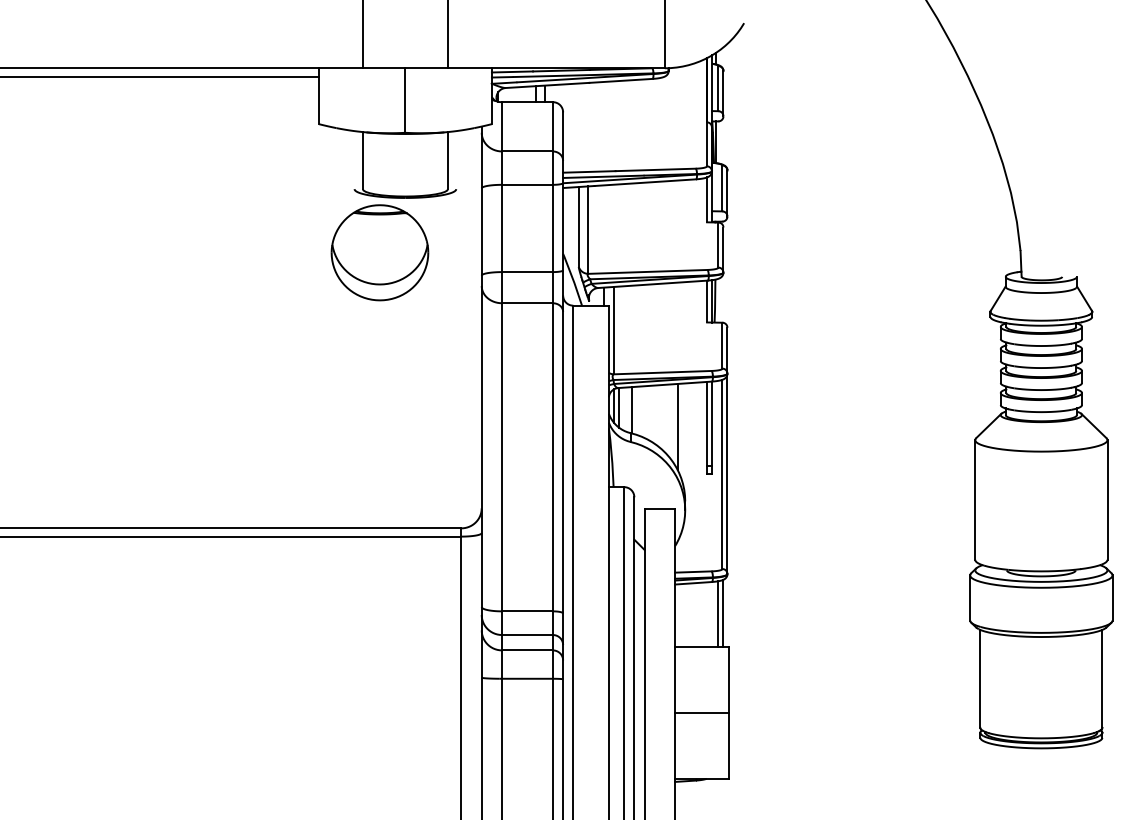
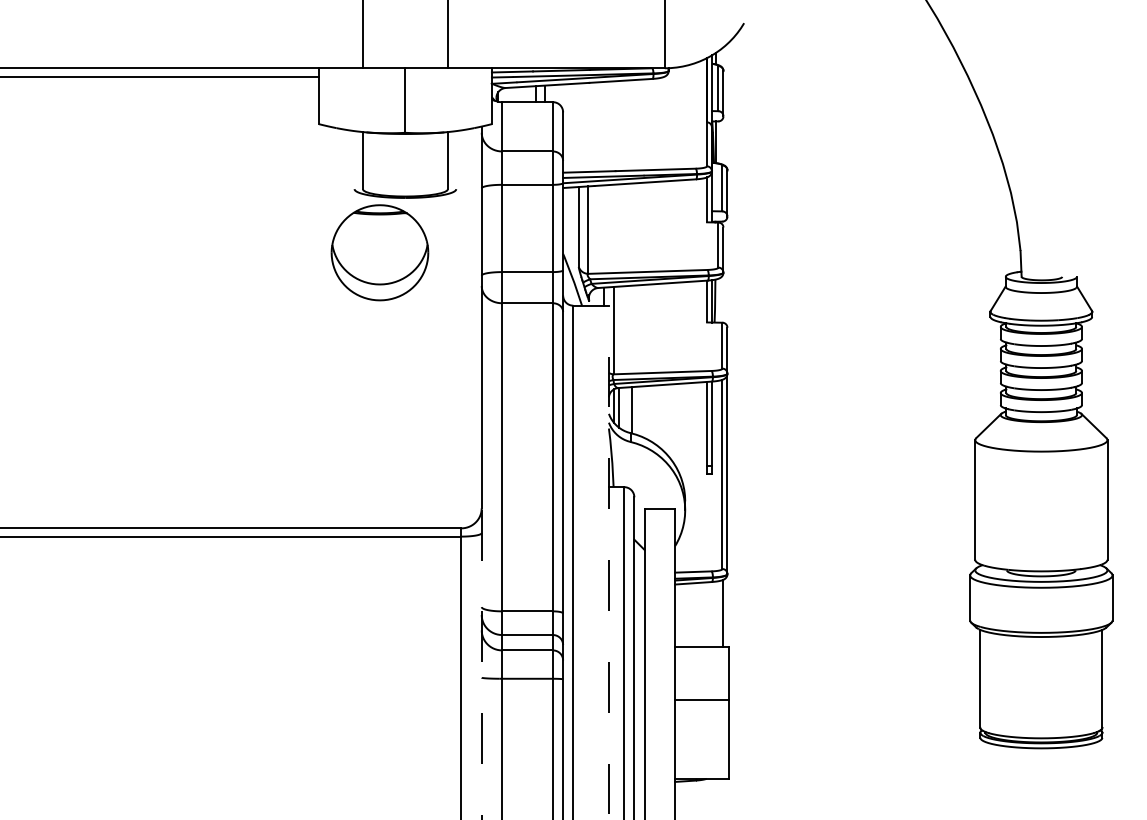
line at (677, 426): present -> none
line at (608, 562): solid -> dashed
line at (718, 613): present -> none
line at (481, 664): solid -> dashed
line at (701, 712) position: (701, 712) -> (701, 699)
